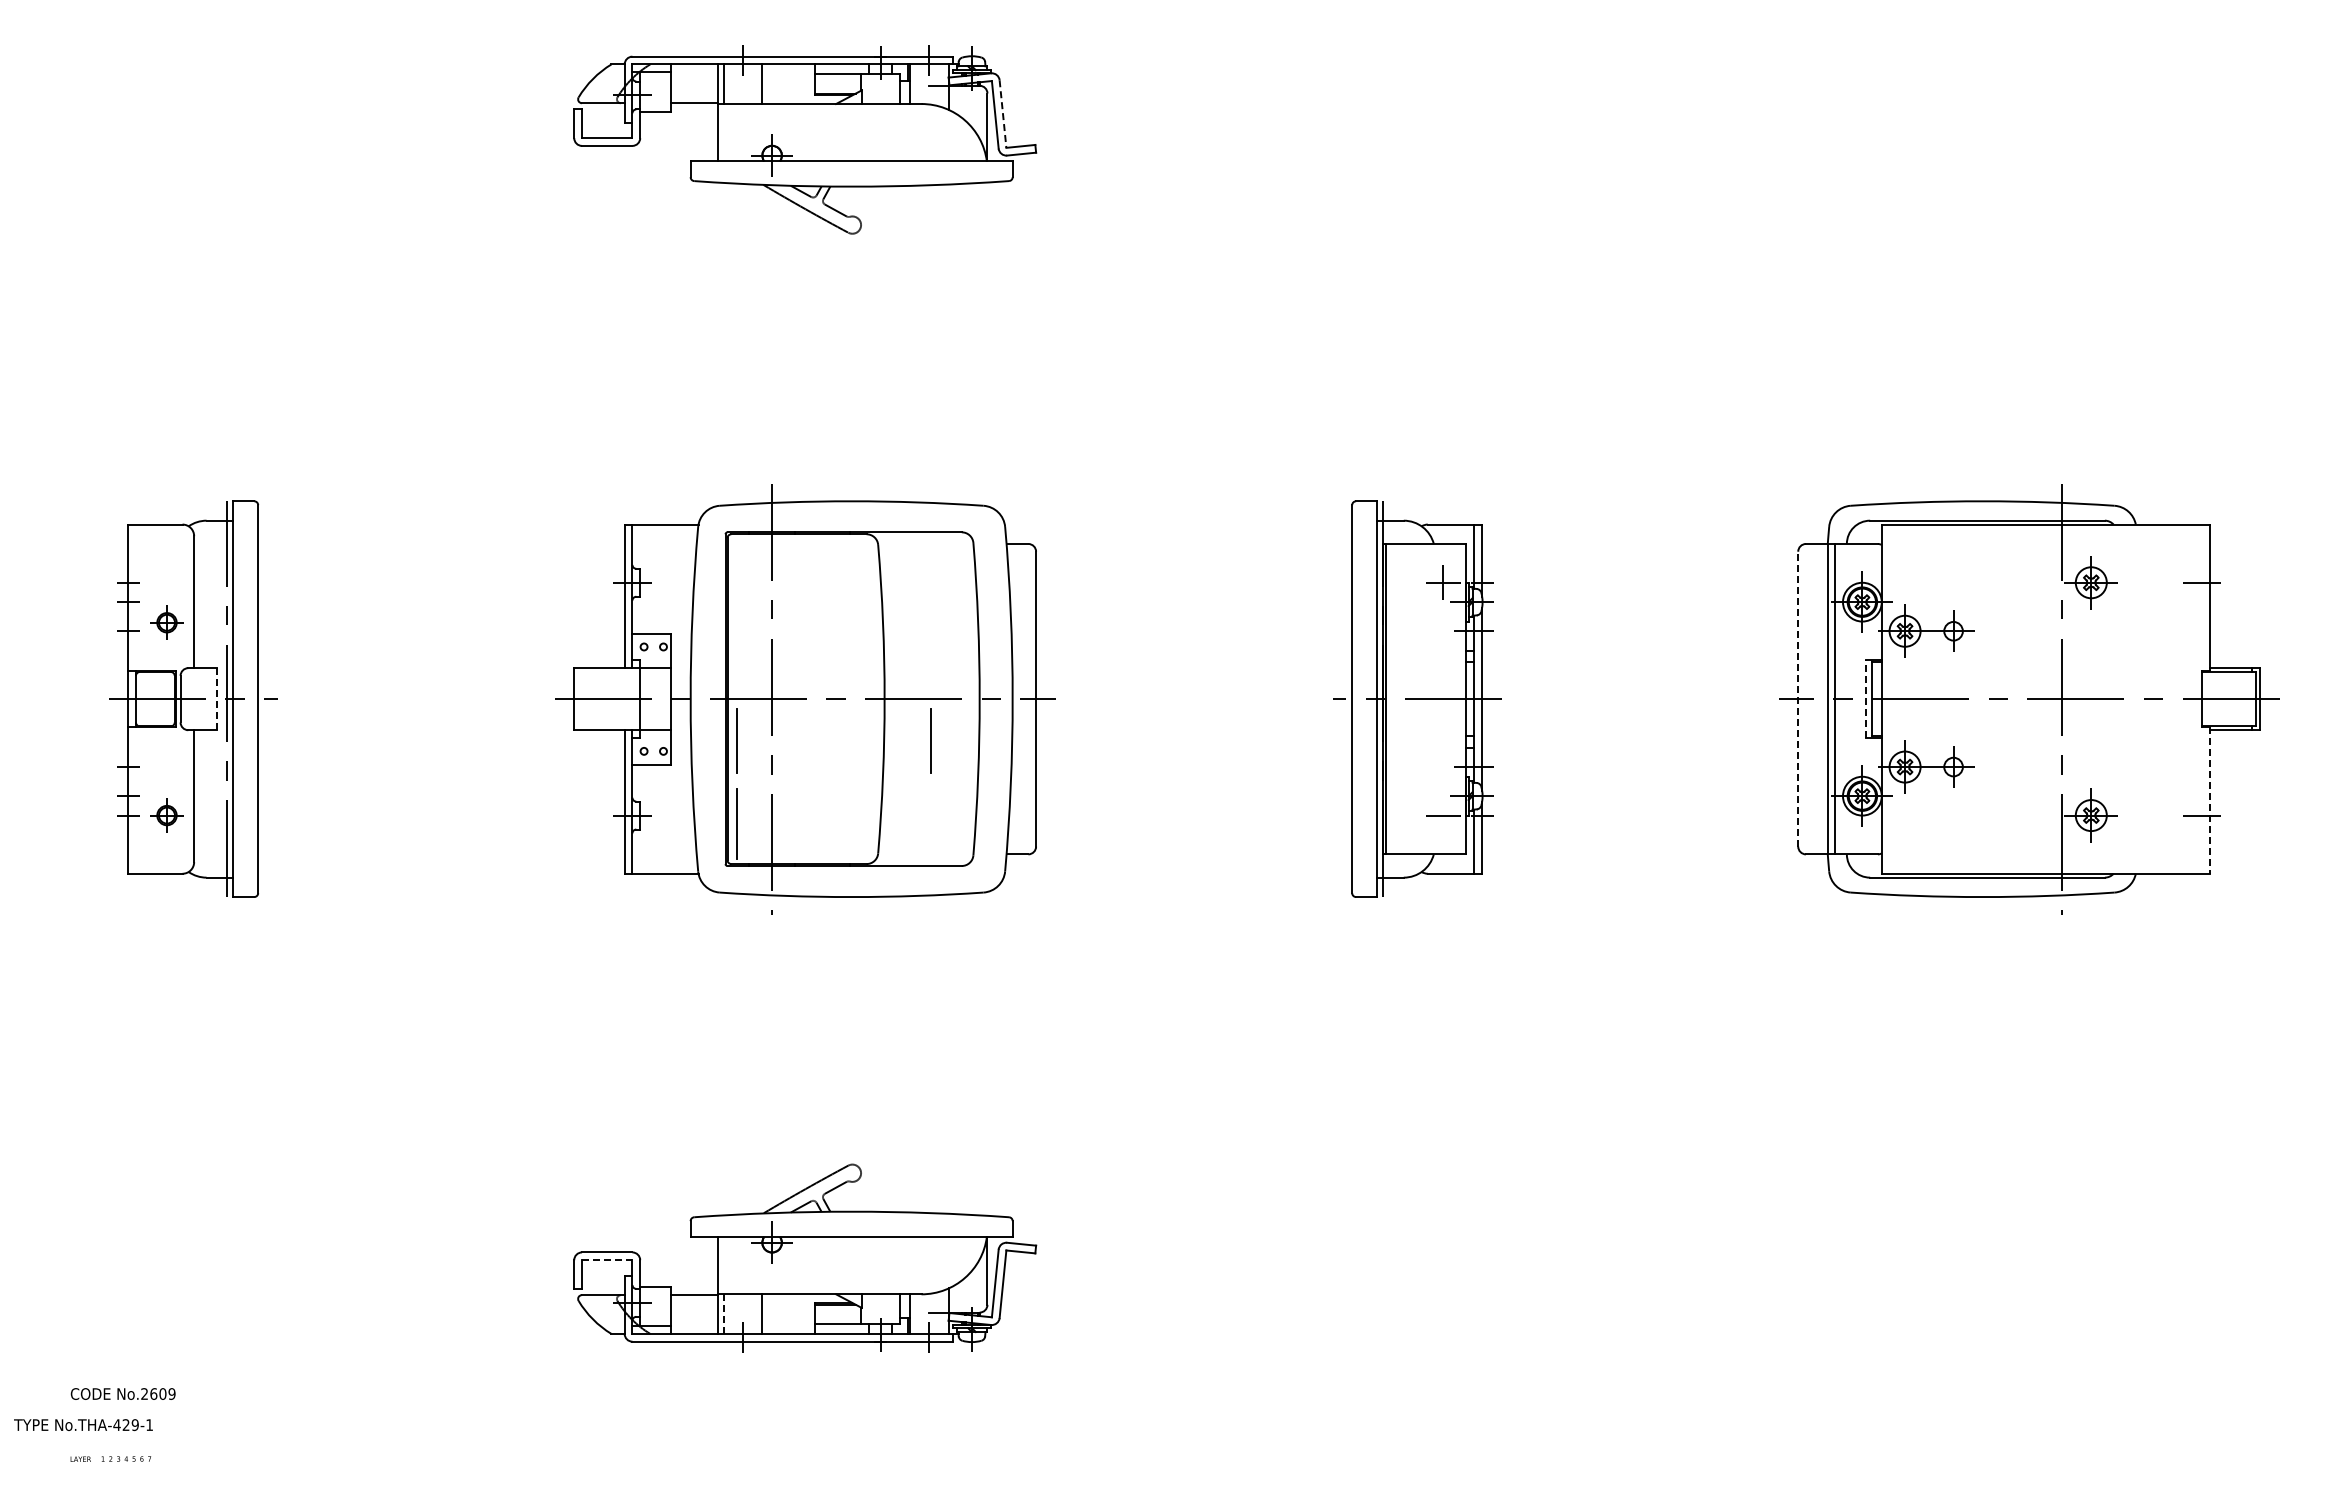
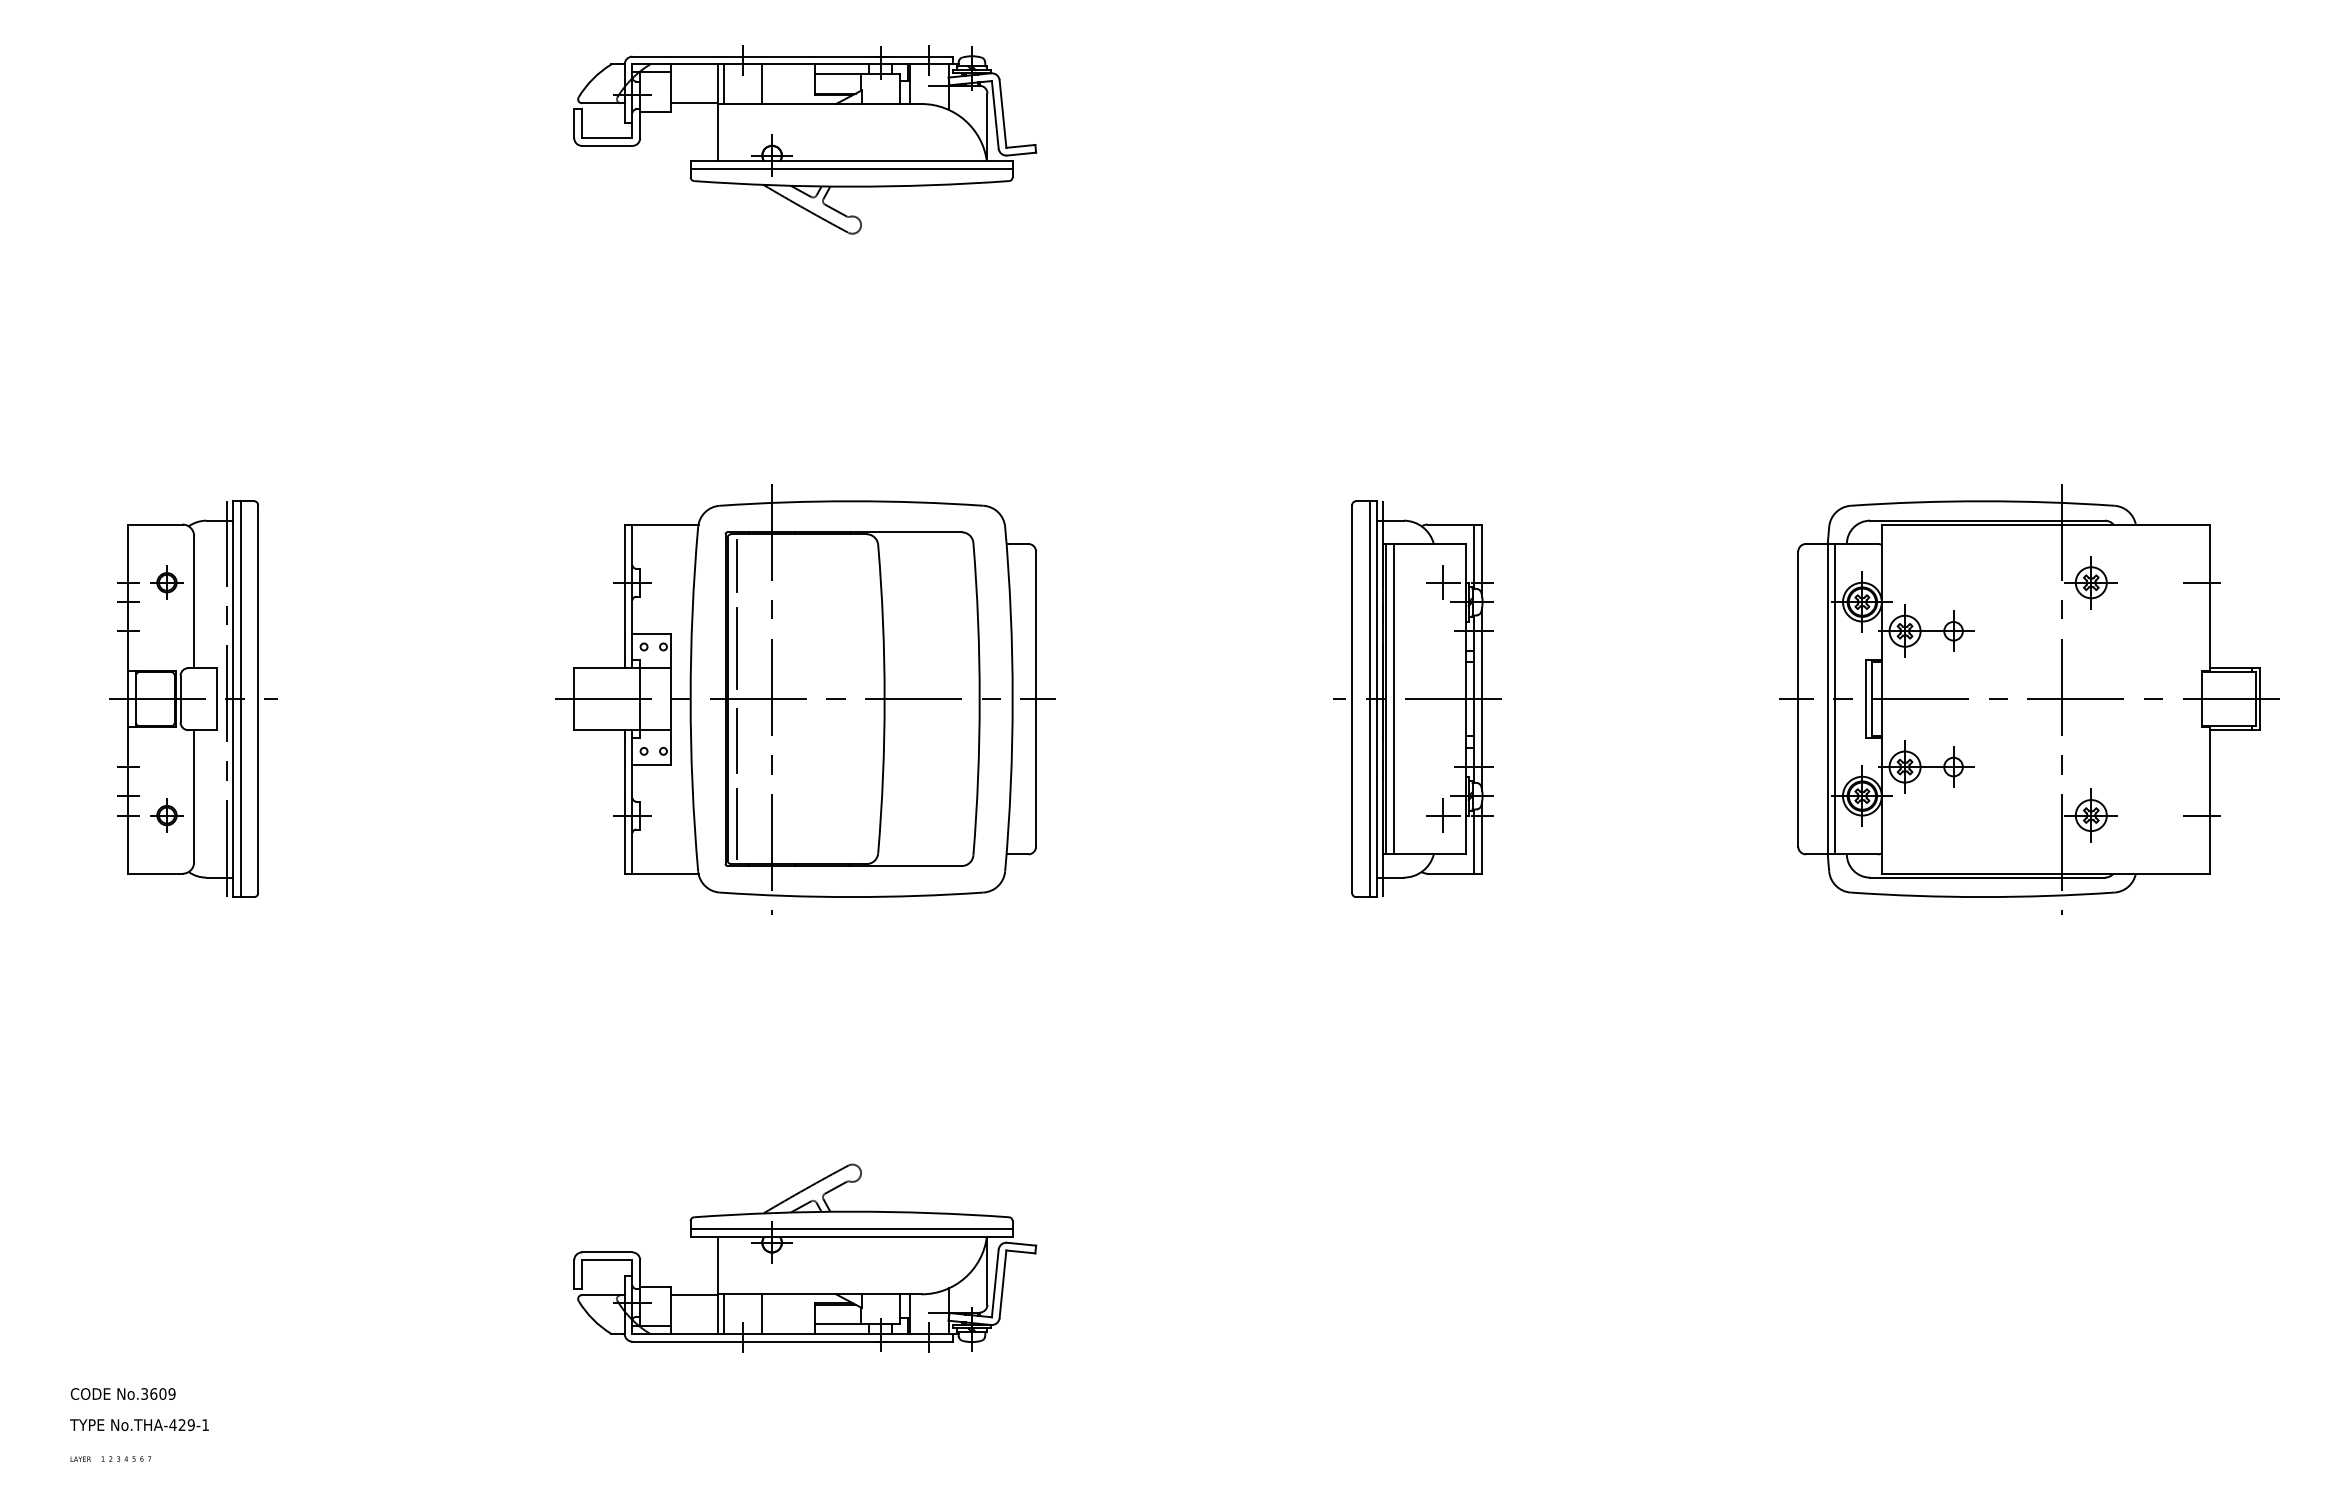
line at (1003, 114): dashed -> solid
line at (851, 169): none -> present
line at (737, 566): none -> present
part at (166, 622) position: (166, 622) -> (166, 582)
line at (737, 648): none -> present
line at (217, 698): dashed -> solid
line at (1393, 698): none -> present
line at (1798, 698): dashed -> solid
line at (240, 699): none -> present
line at (1369, 699): none -> present
line at (1866, 699): dashed -> solid
line at (930, 740): present -> none
line at (2209, 800): dashed -> solid
line at (1443, 815): none -> present
line at (851, 1229): none -> present
line at (607, 1260): dashed -> solid
line at (723, 1314): dashed -> solid
text at (144, 1393): No.2609 -> No.3609
text at (83, 1425) position: (83, 1425) -> (139, 1425)
